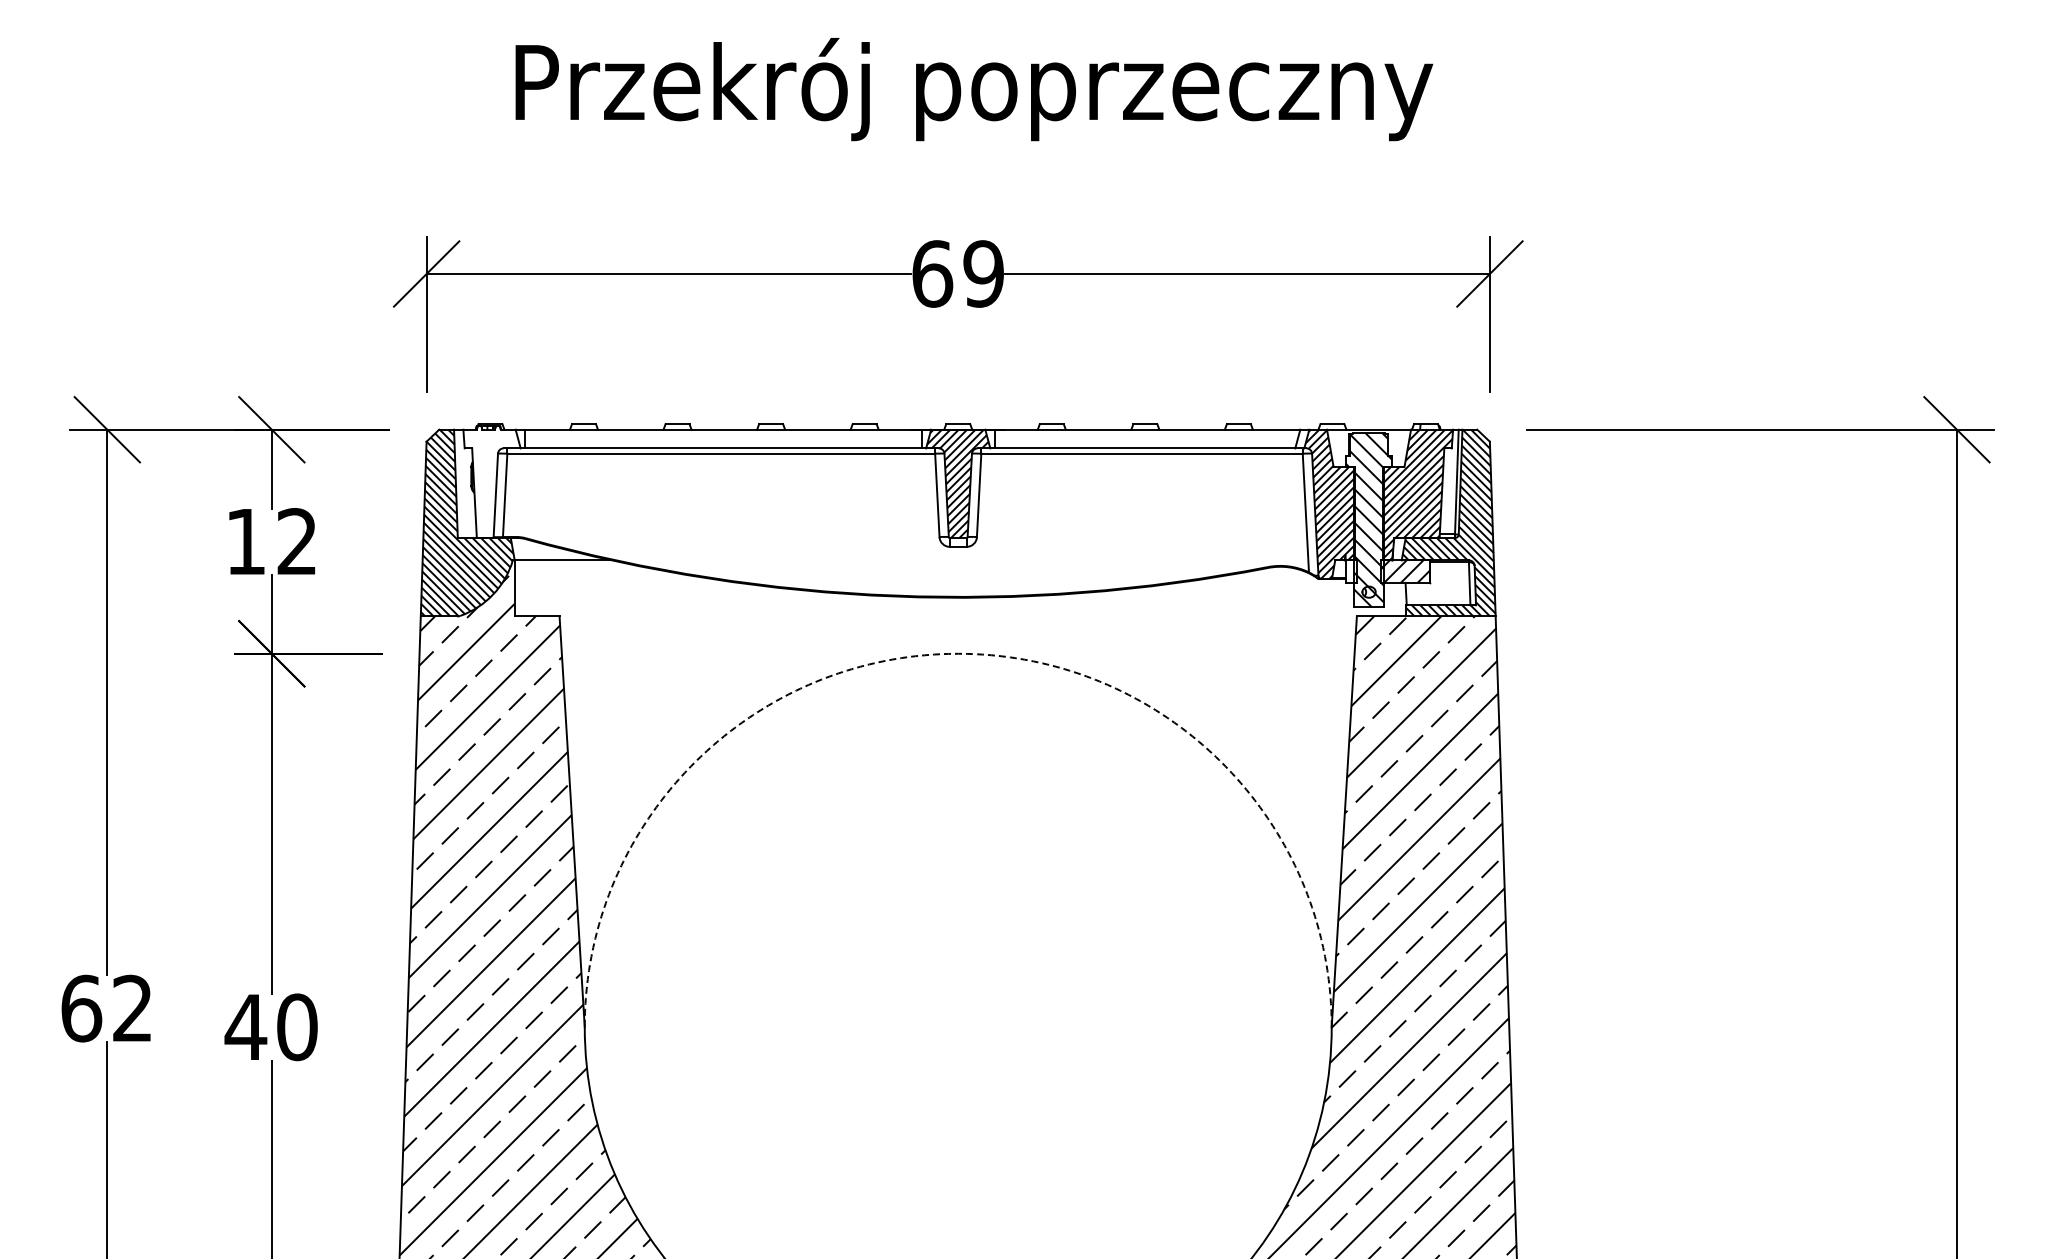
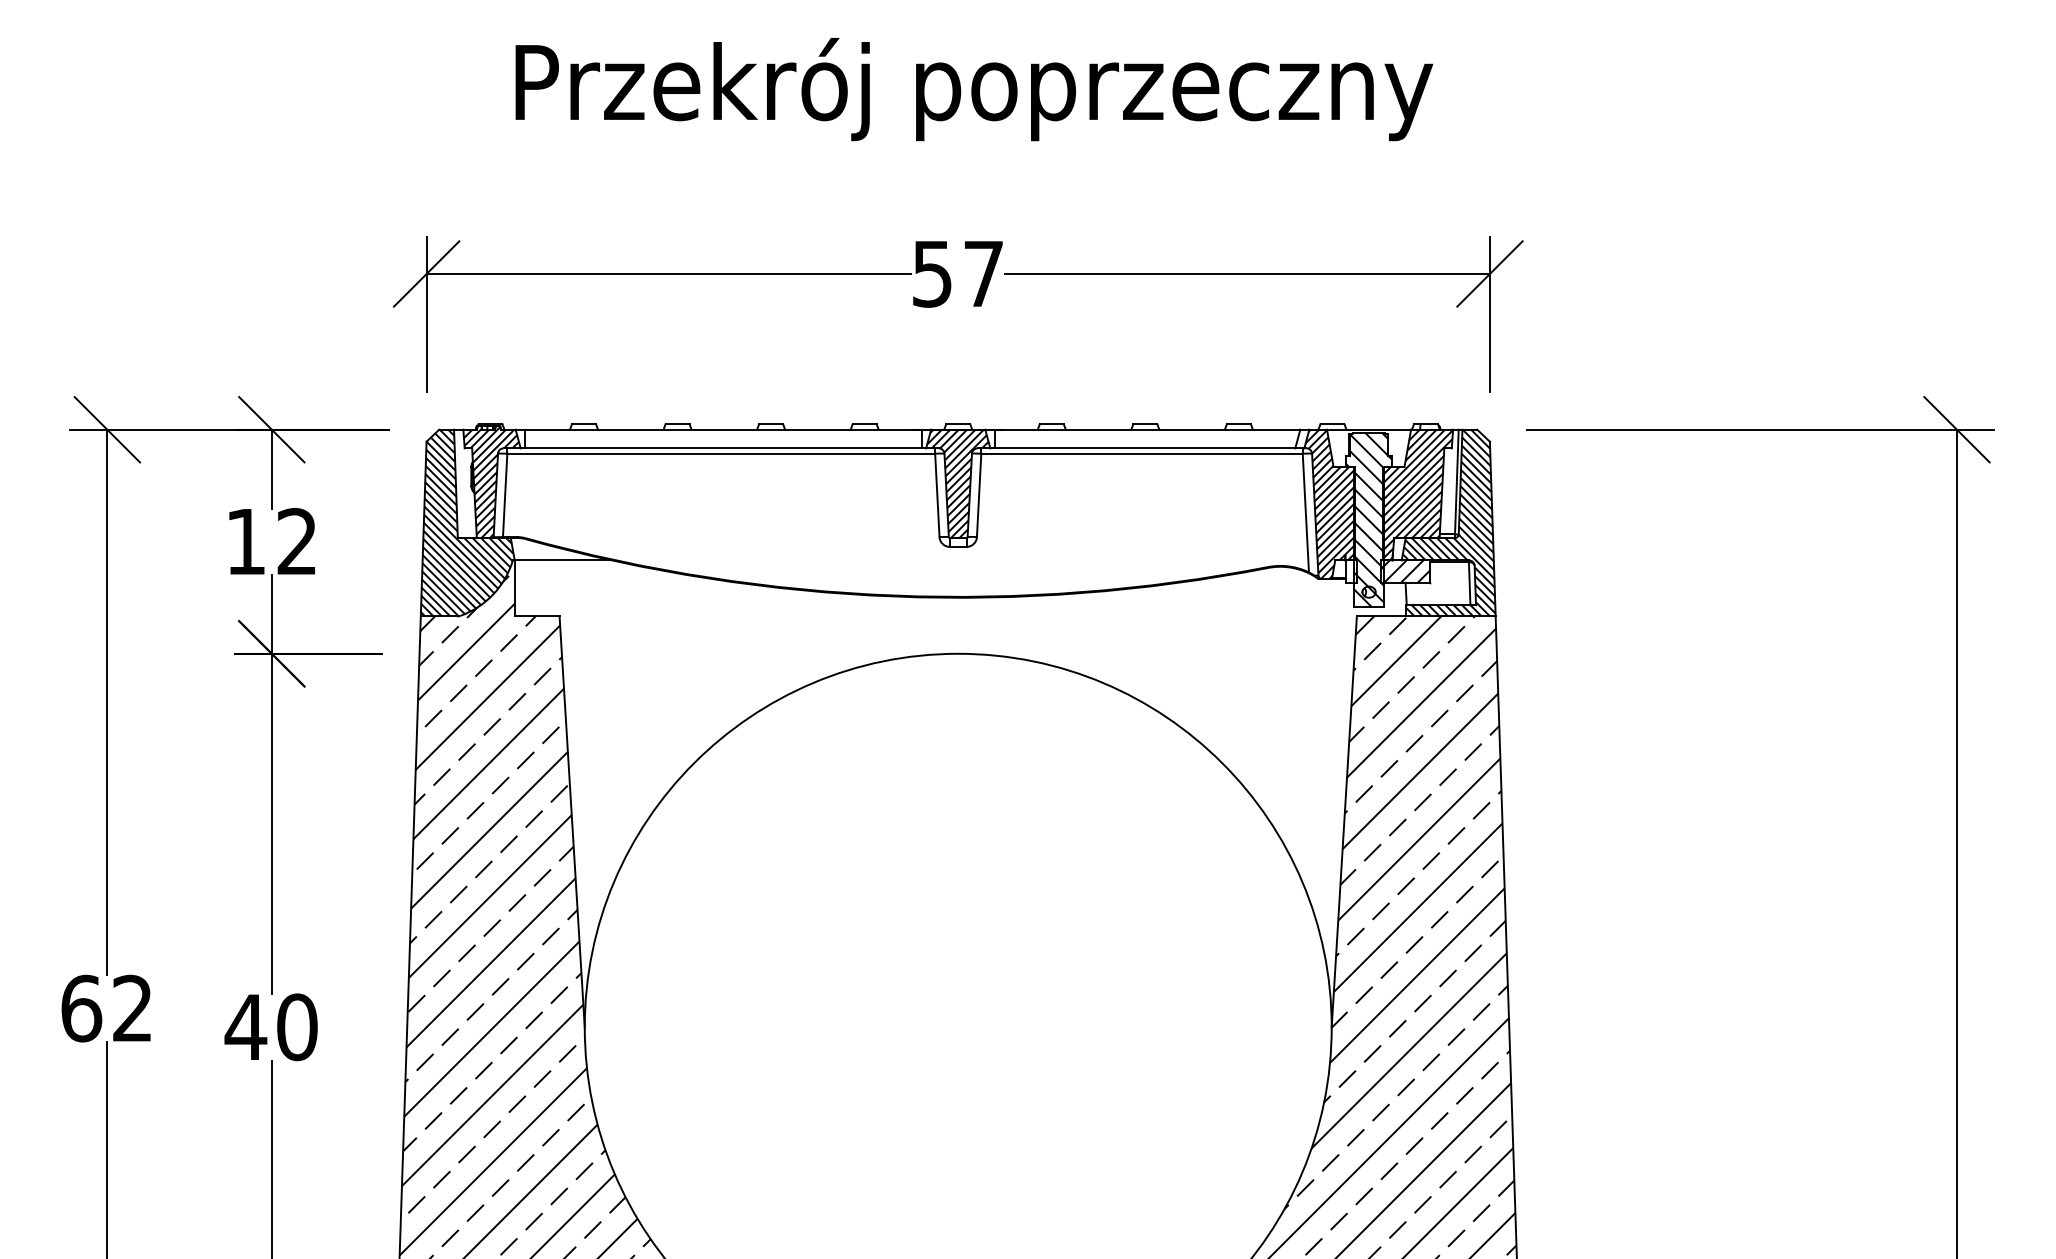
text at (957, 273): 69 -> 57
hatch at (490, 482): none -> present
arc at (958, 653): dashed -> solid
